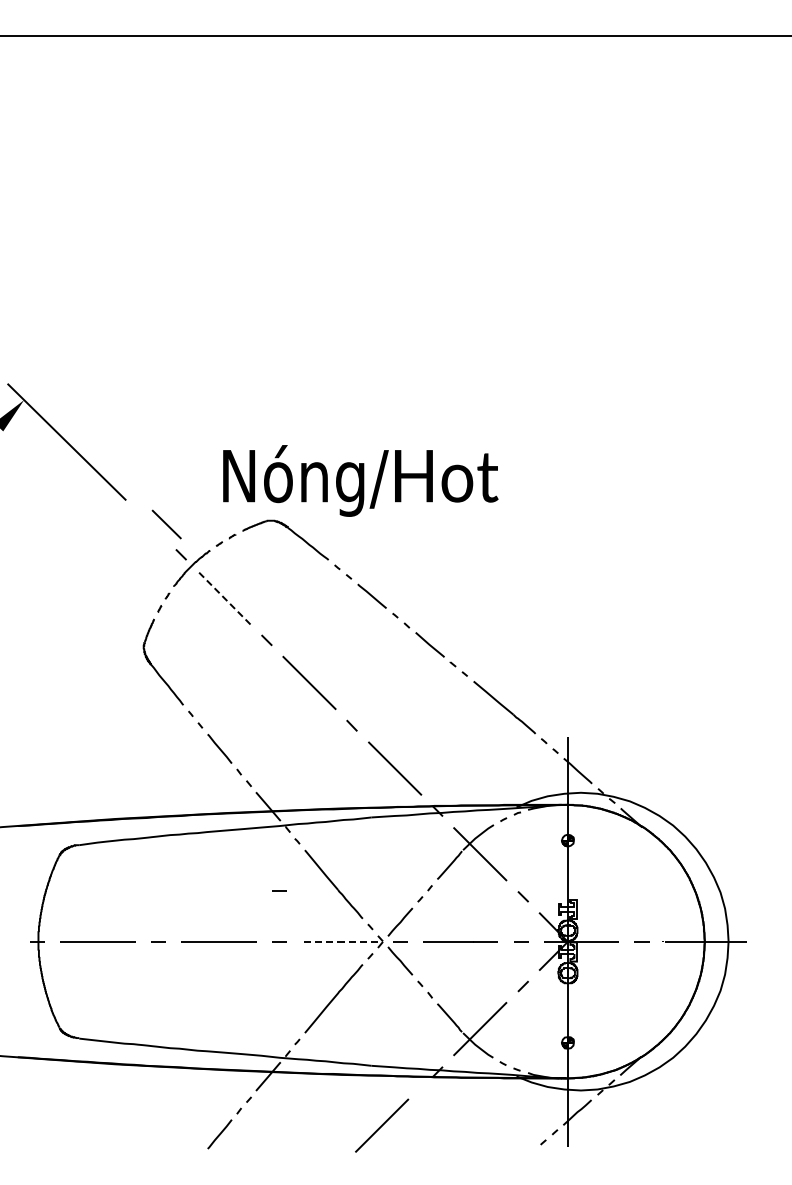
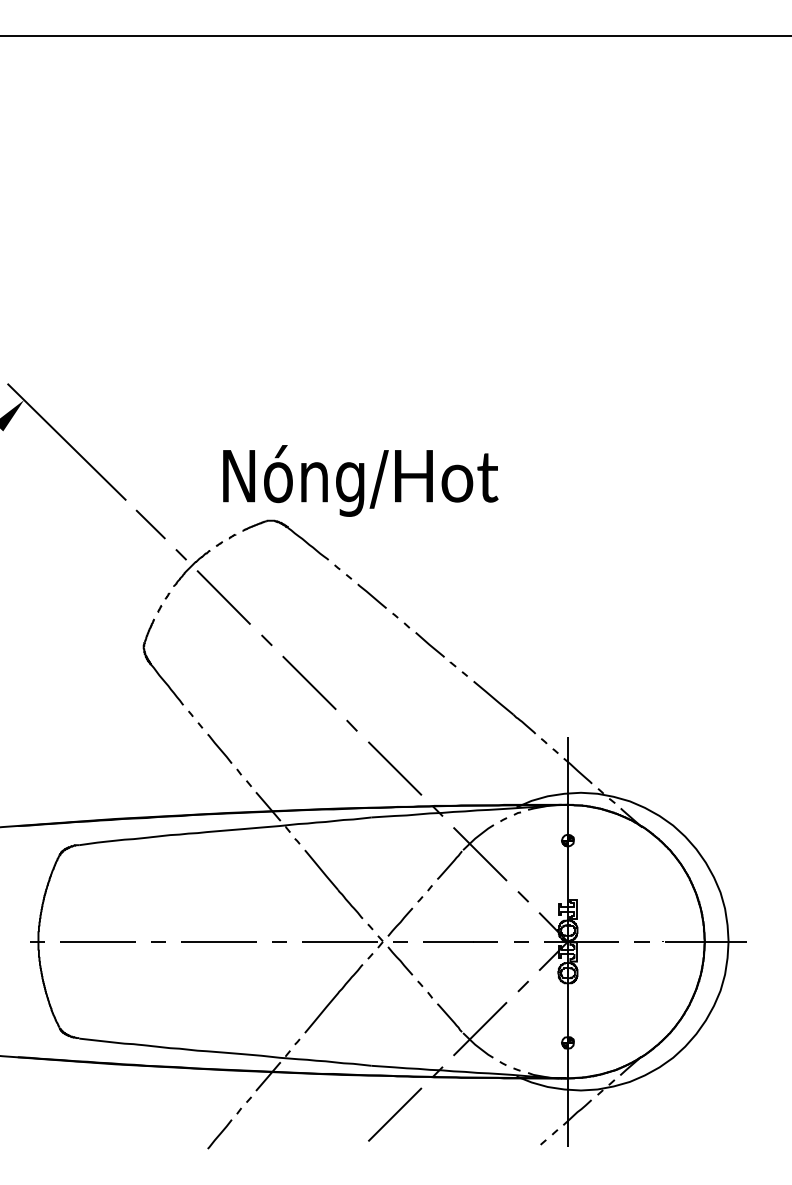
line at (166, 524) position: (166, 524) -> (150, 524)
line at (223, 597): dashed -> solid
line at (279, 890): present -> none
line at (339, 941): dashed -> solid
line at (382, 1125) position: (382, 1125) -> (395, 1114)
